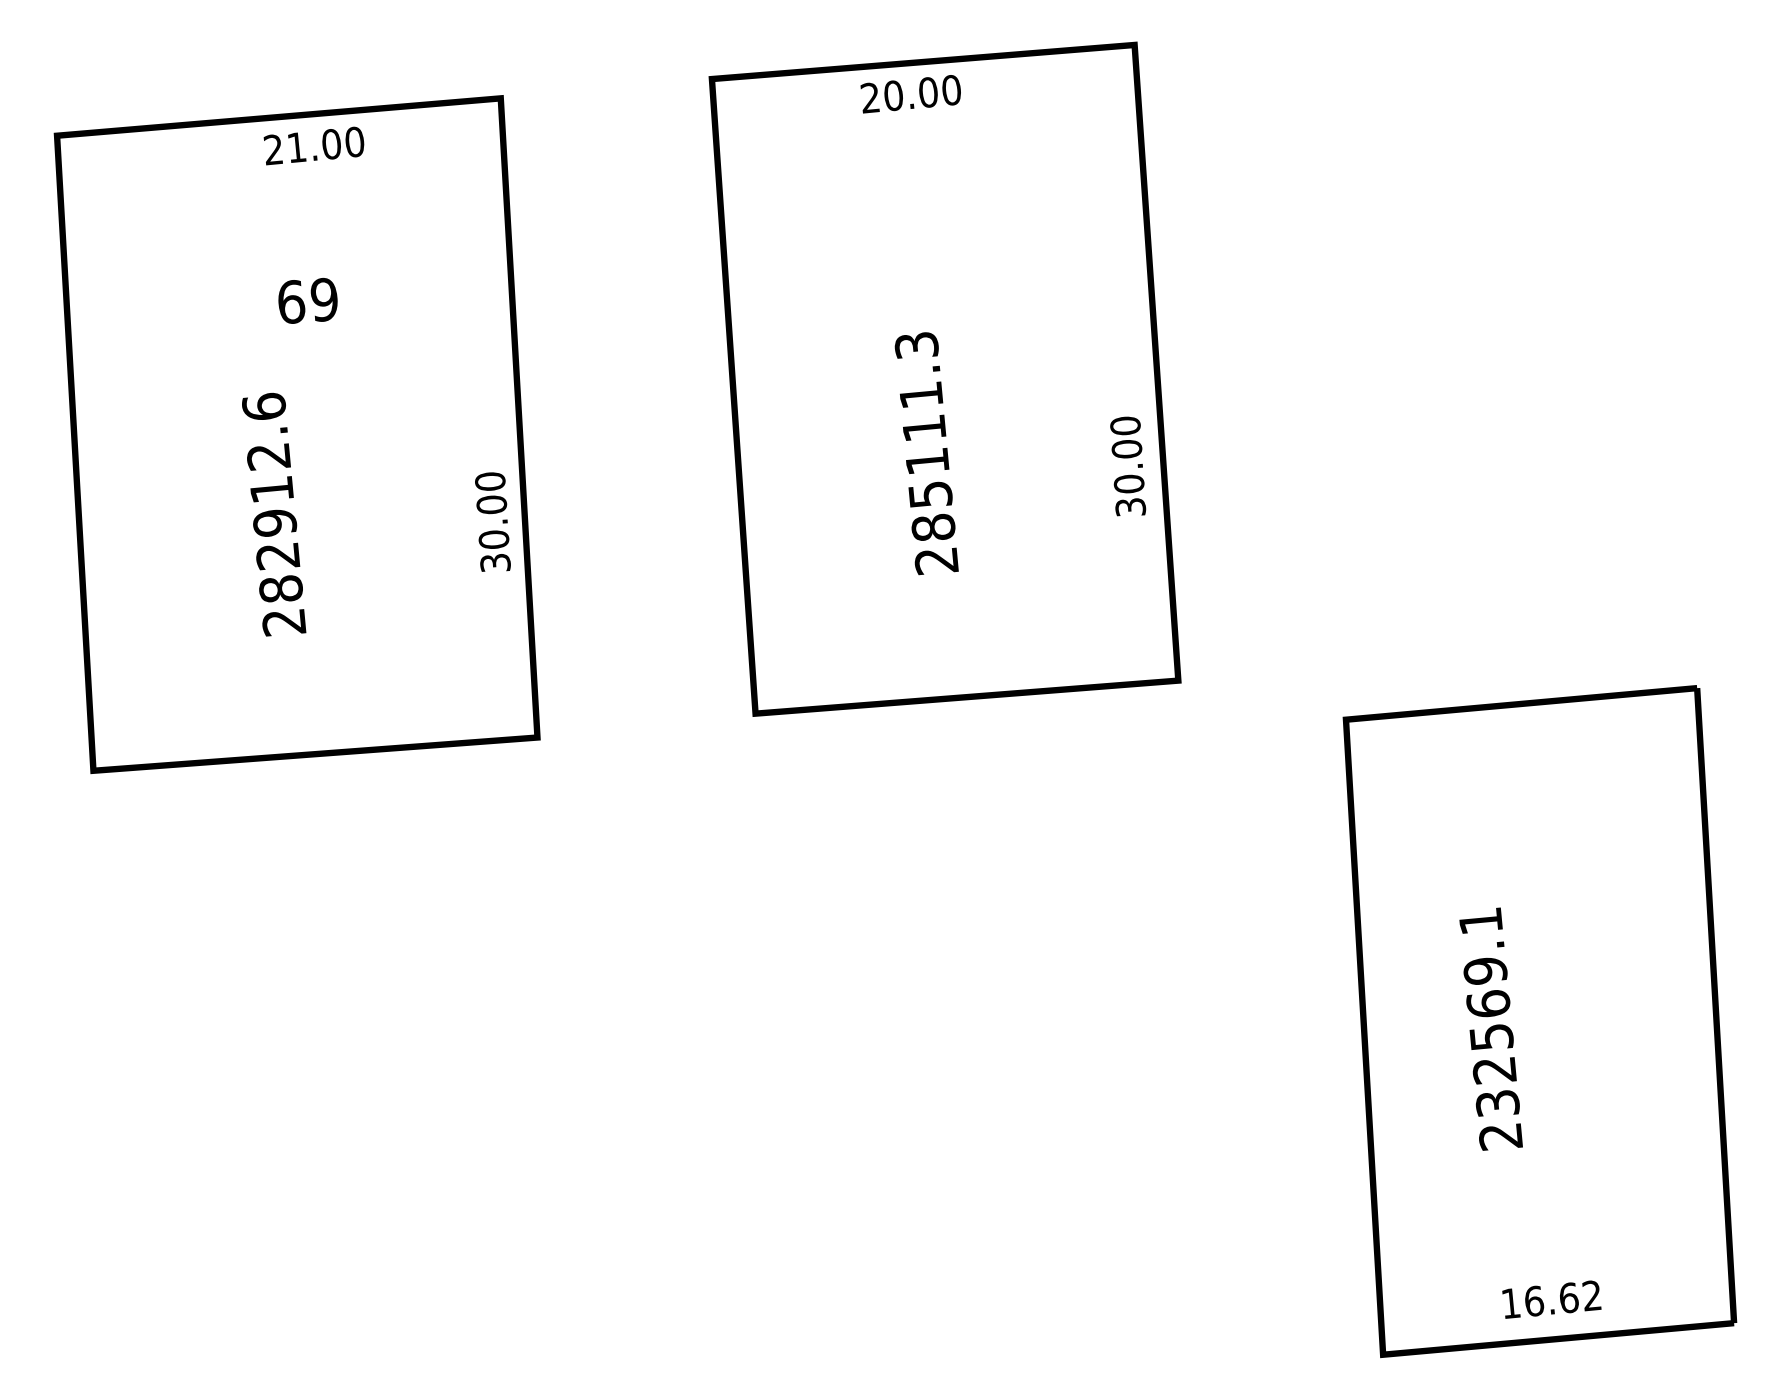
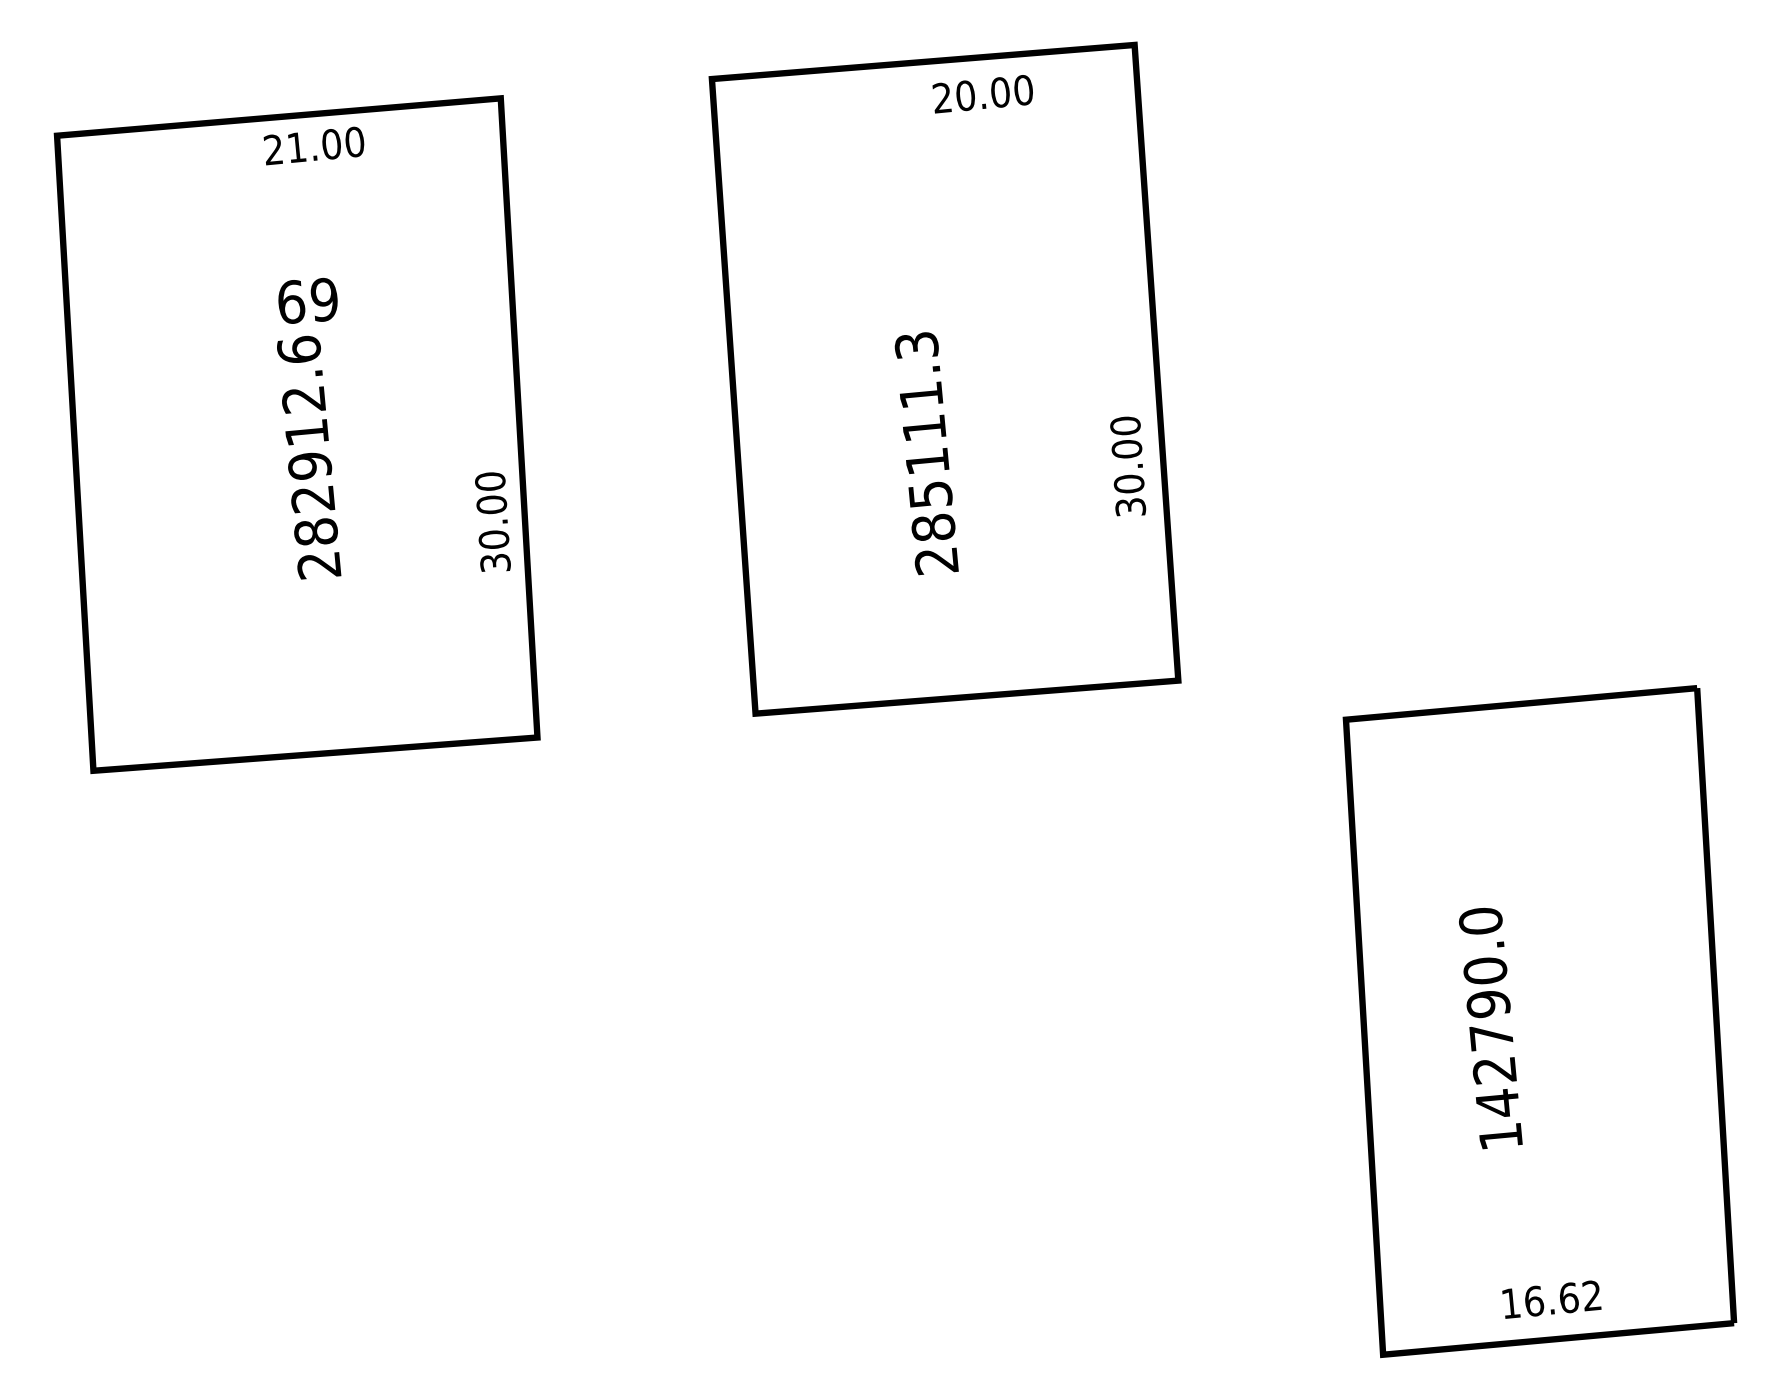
text at (910, 94) position: (910, 94) -> (982, 94)
text at (274, 514) position: (274, 514) -> (309, 457)
text at (1490, 1028): 232569.1 -> 142790.0
